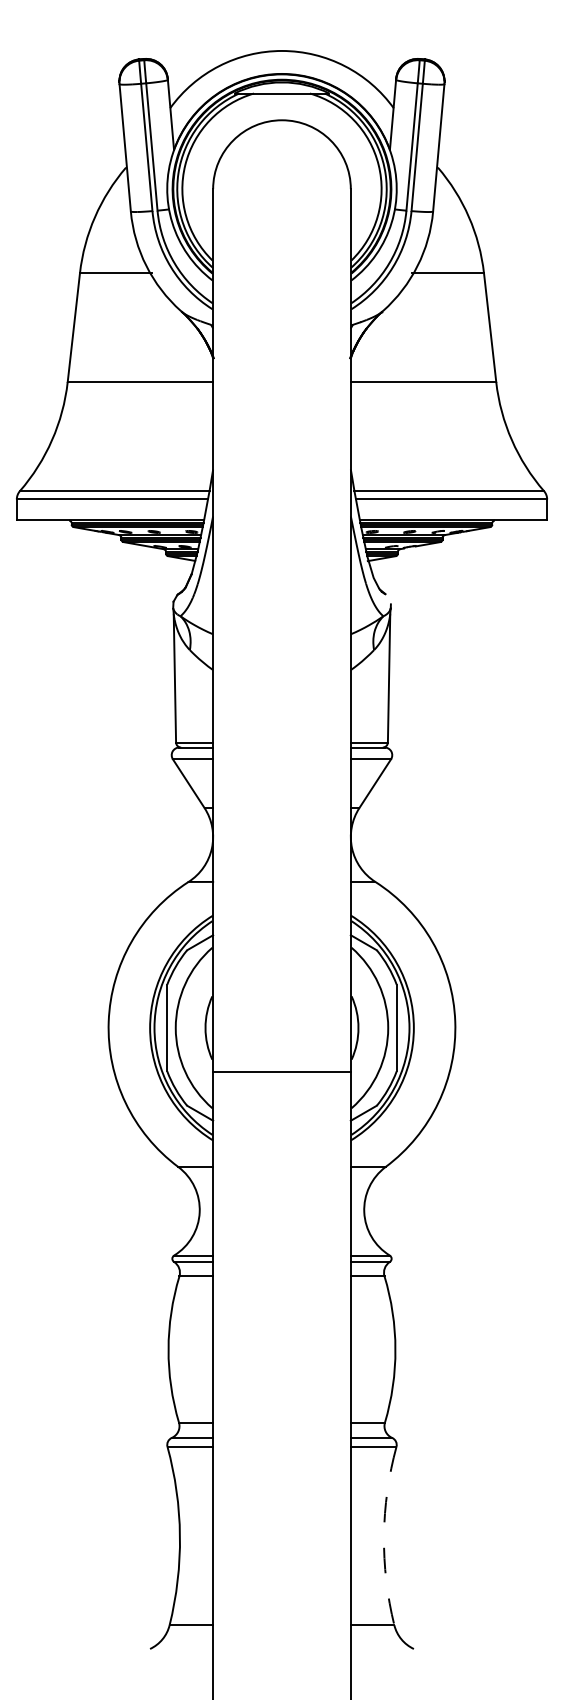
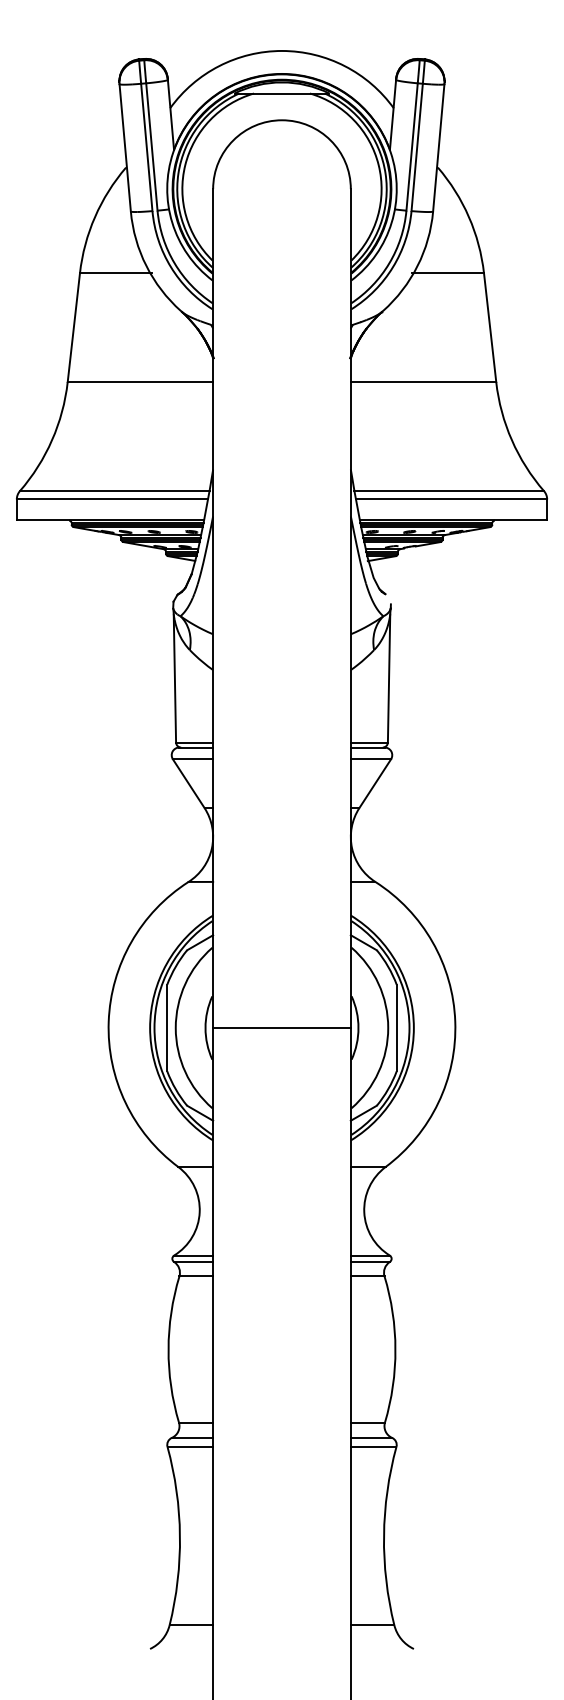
line at (281, 1072) position: (281, 1072) -> (281, 1028)
arc at (384, 1535): dashed -> solid
